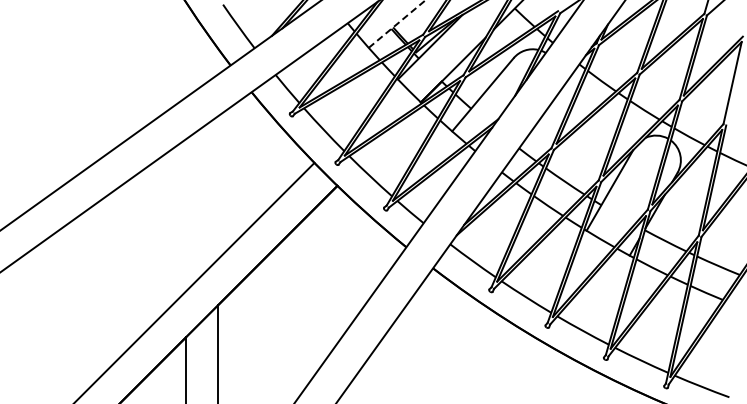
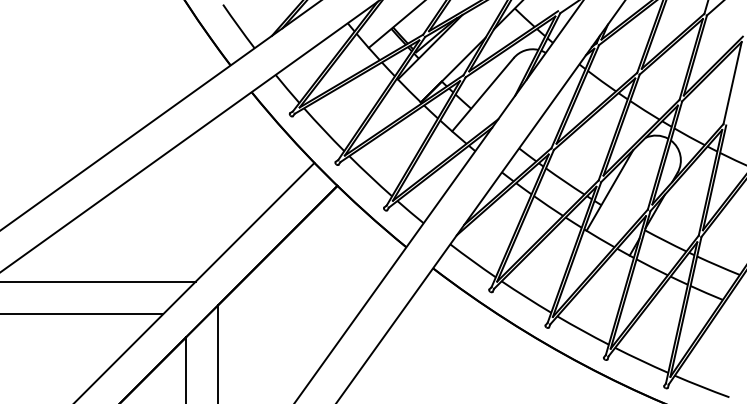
line at (397, 24): dashed -> solid
line at (98, 281): none -> present
line at (82, 314): none -> present
